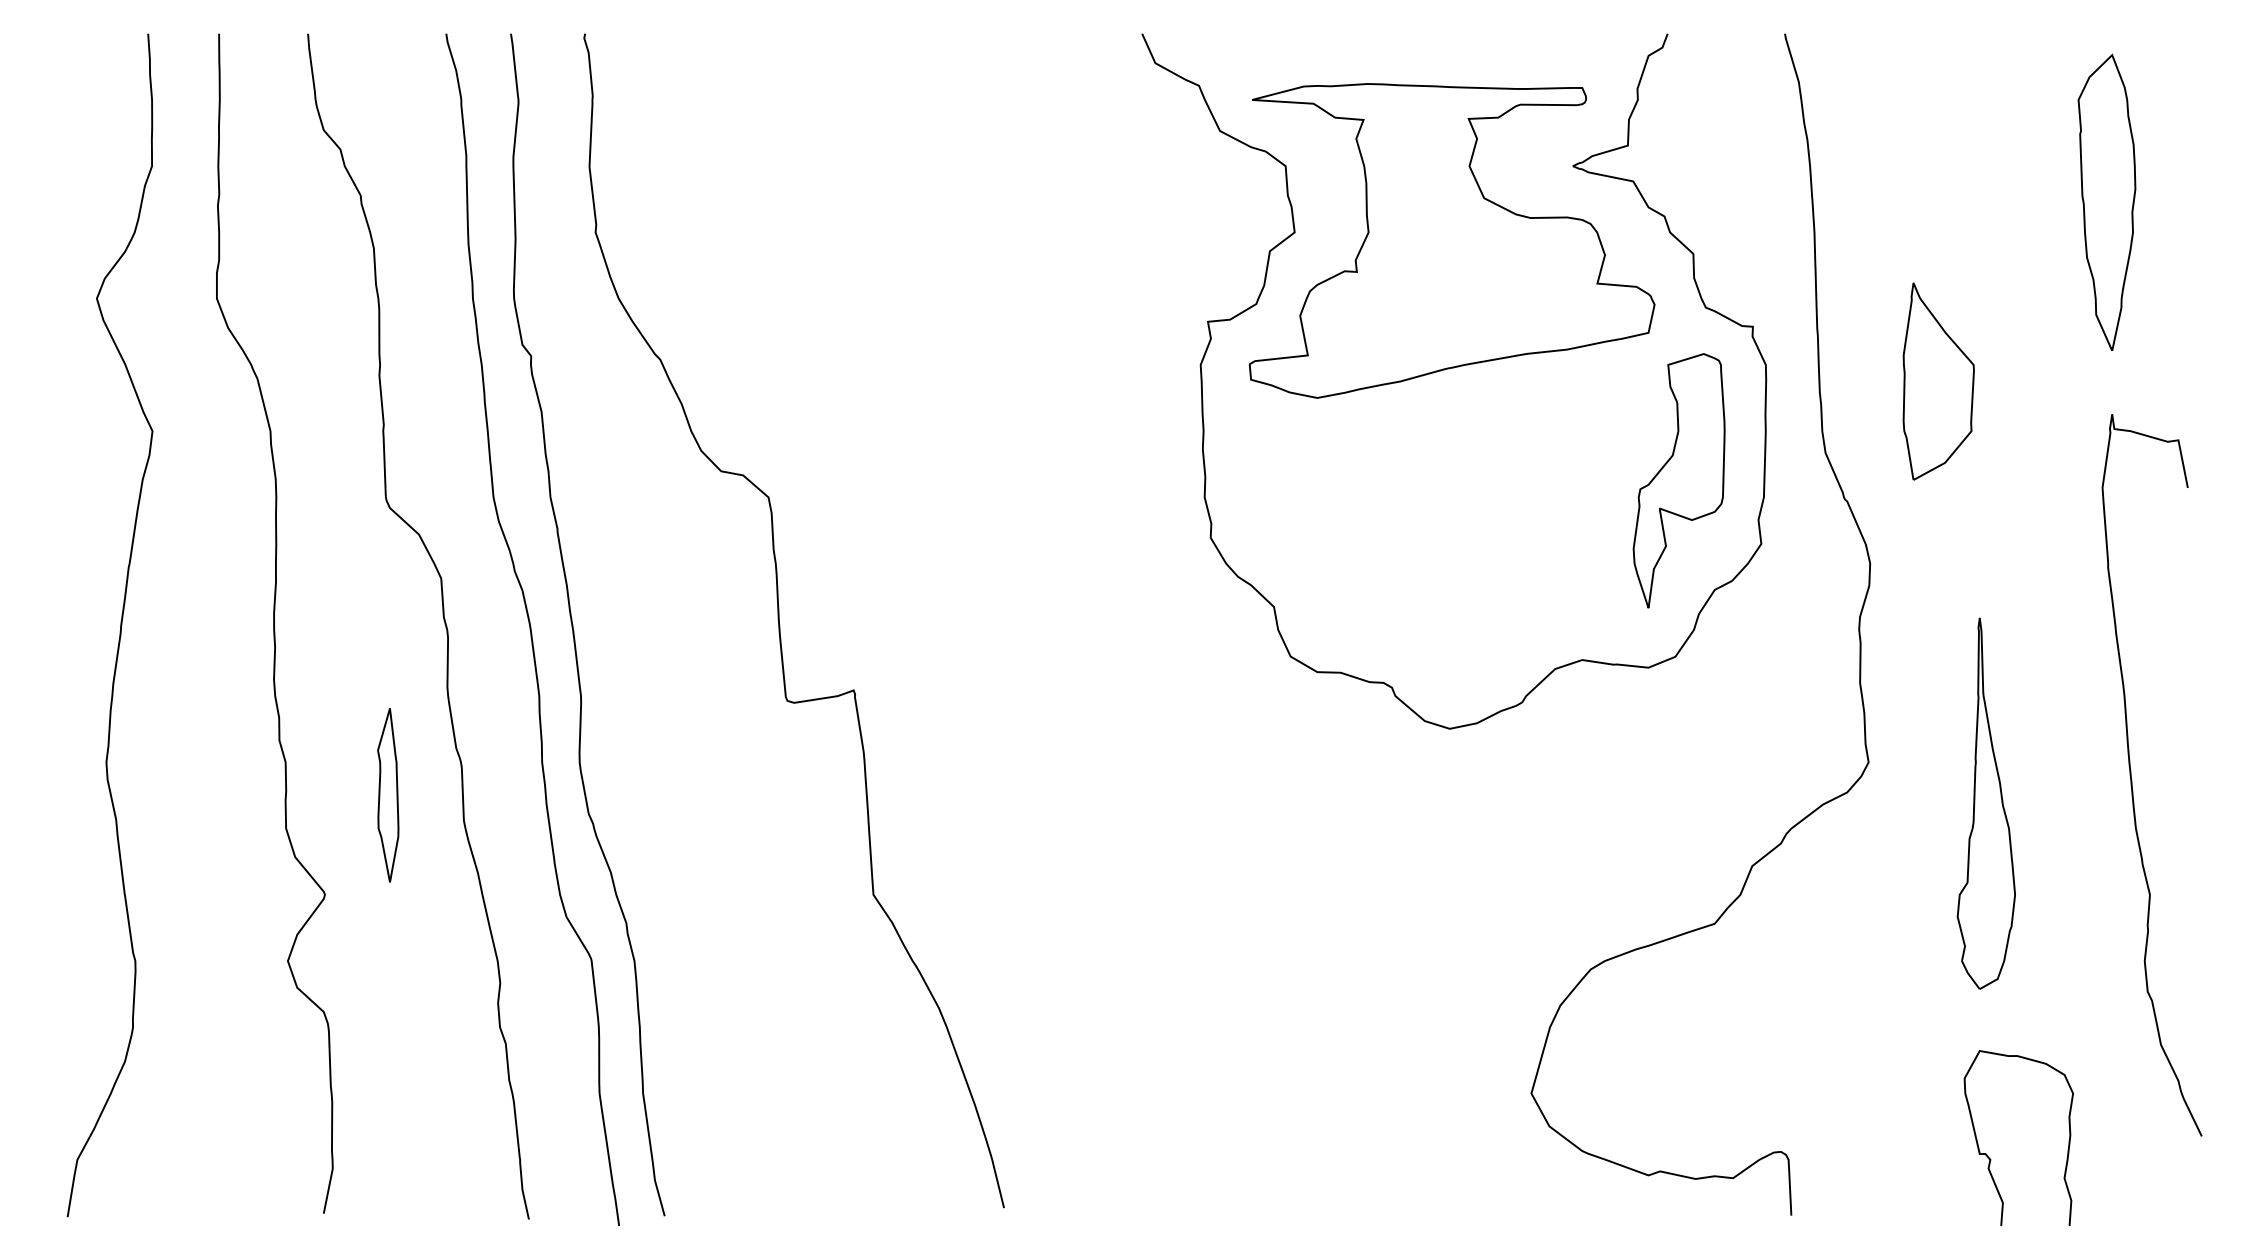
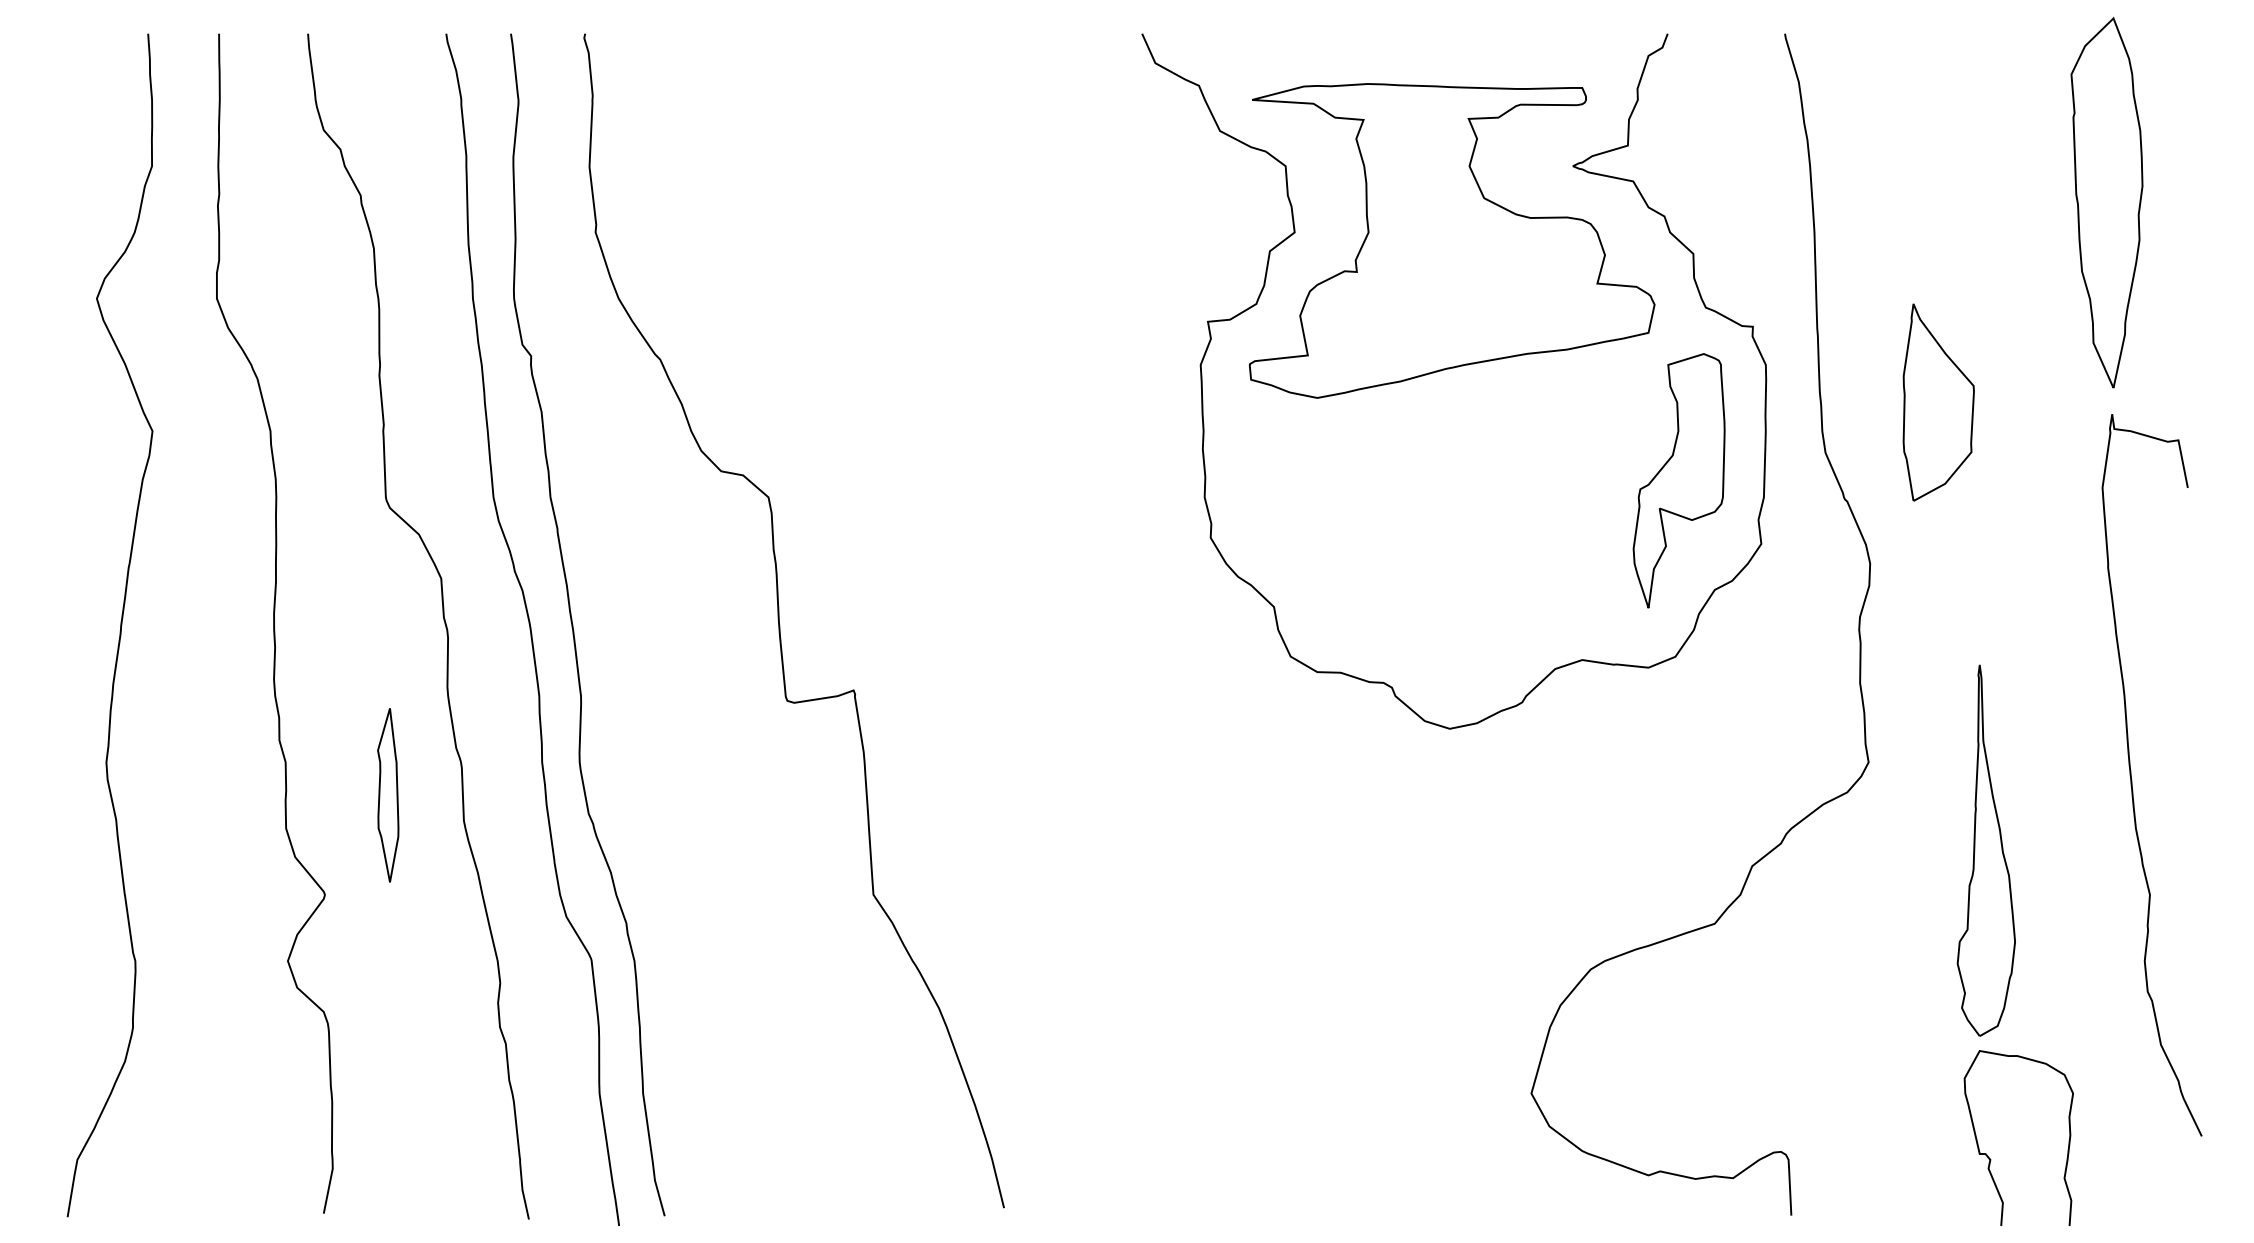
part at (2106, 201) size: 60x298 px -> 74x372 px
part at (1938, 381) position: (1938, 381) -> (1938, 402)
part at (1985, 803) position: (1985, 803) -> (1985, 850)
